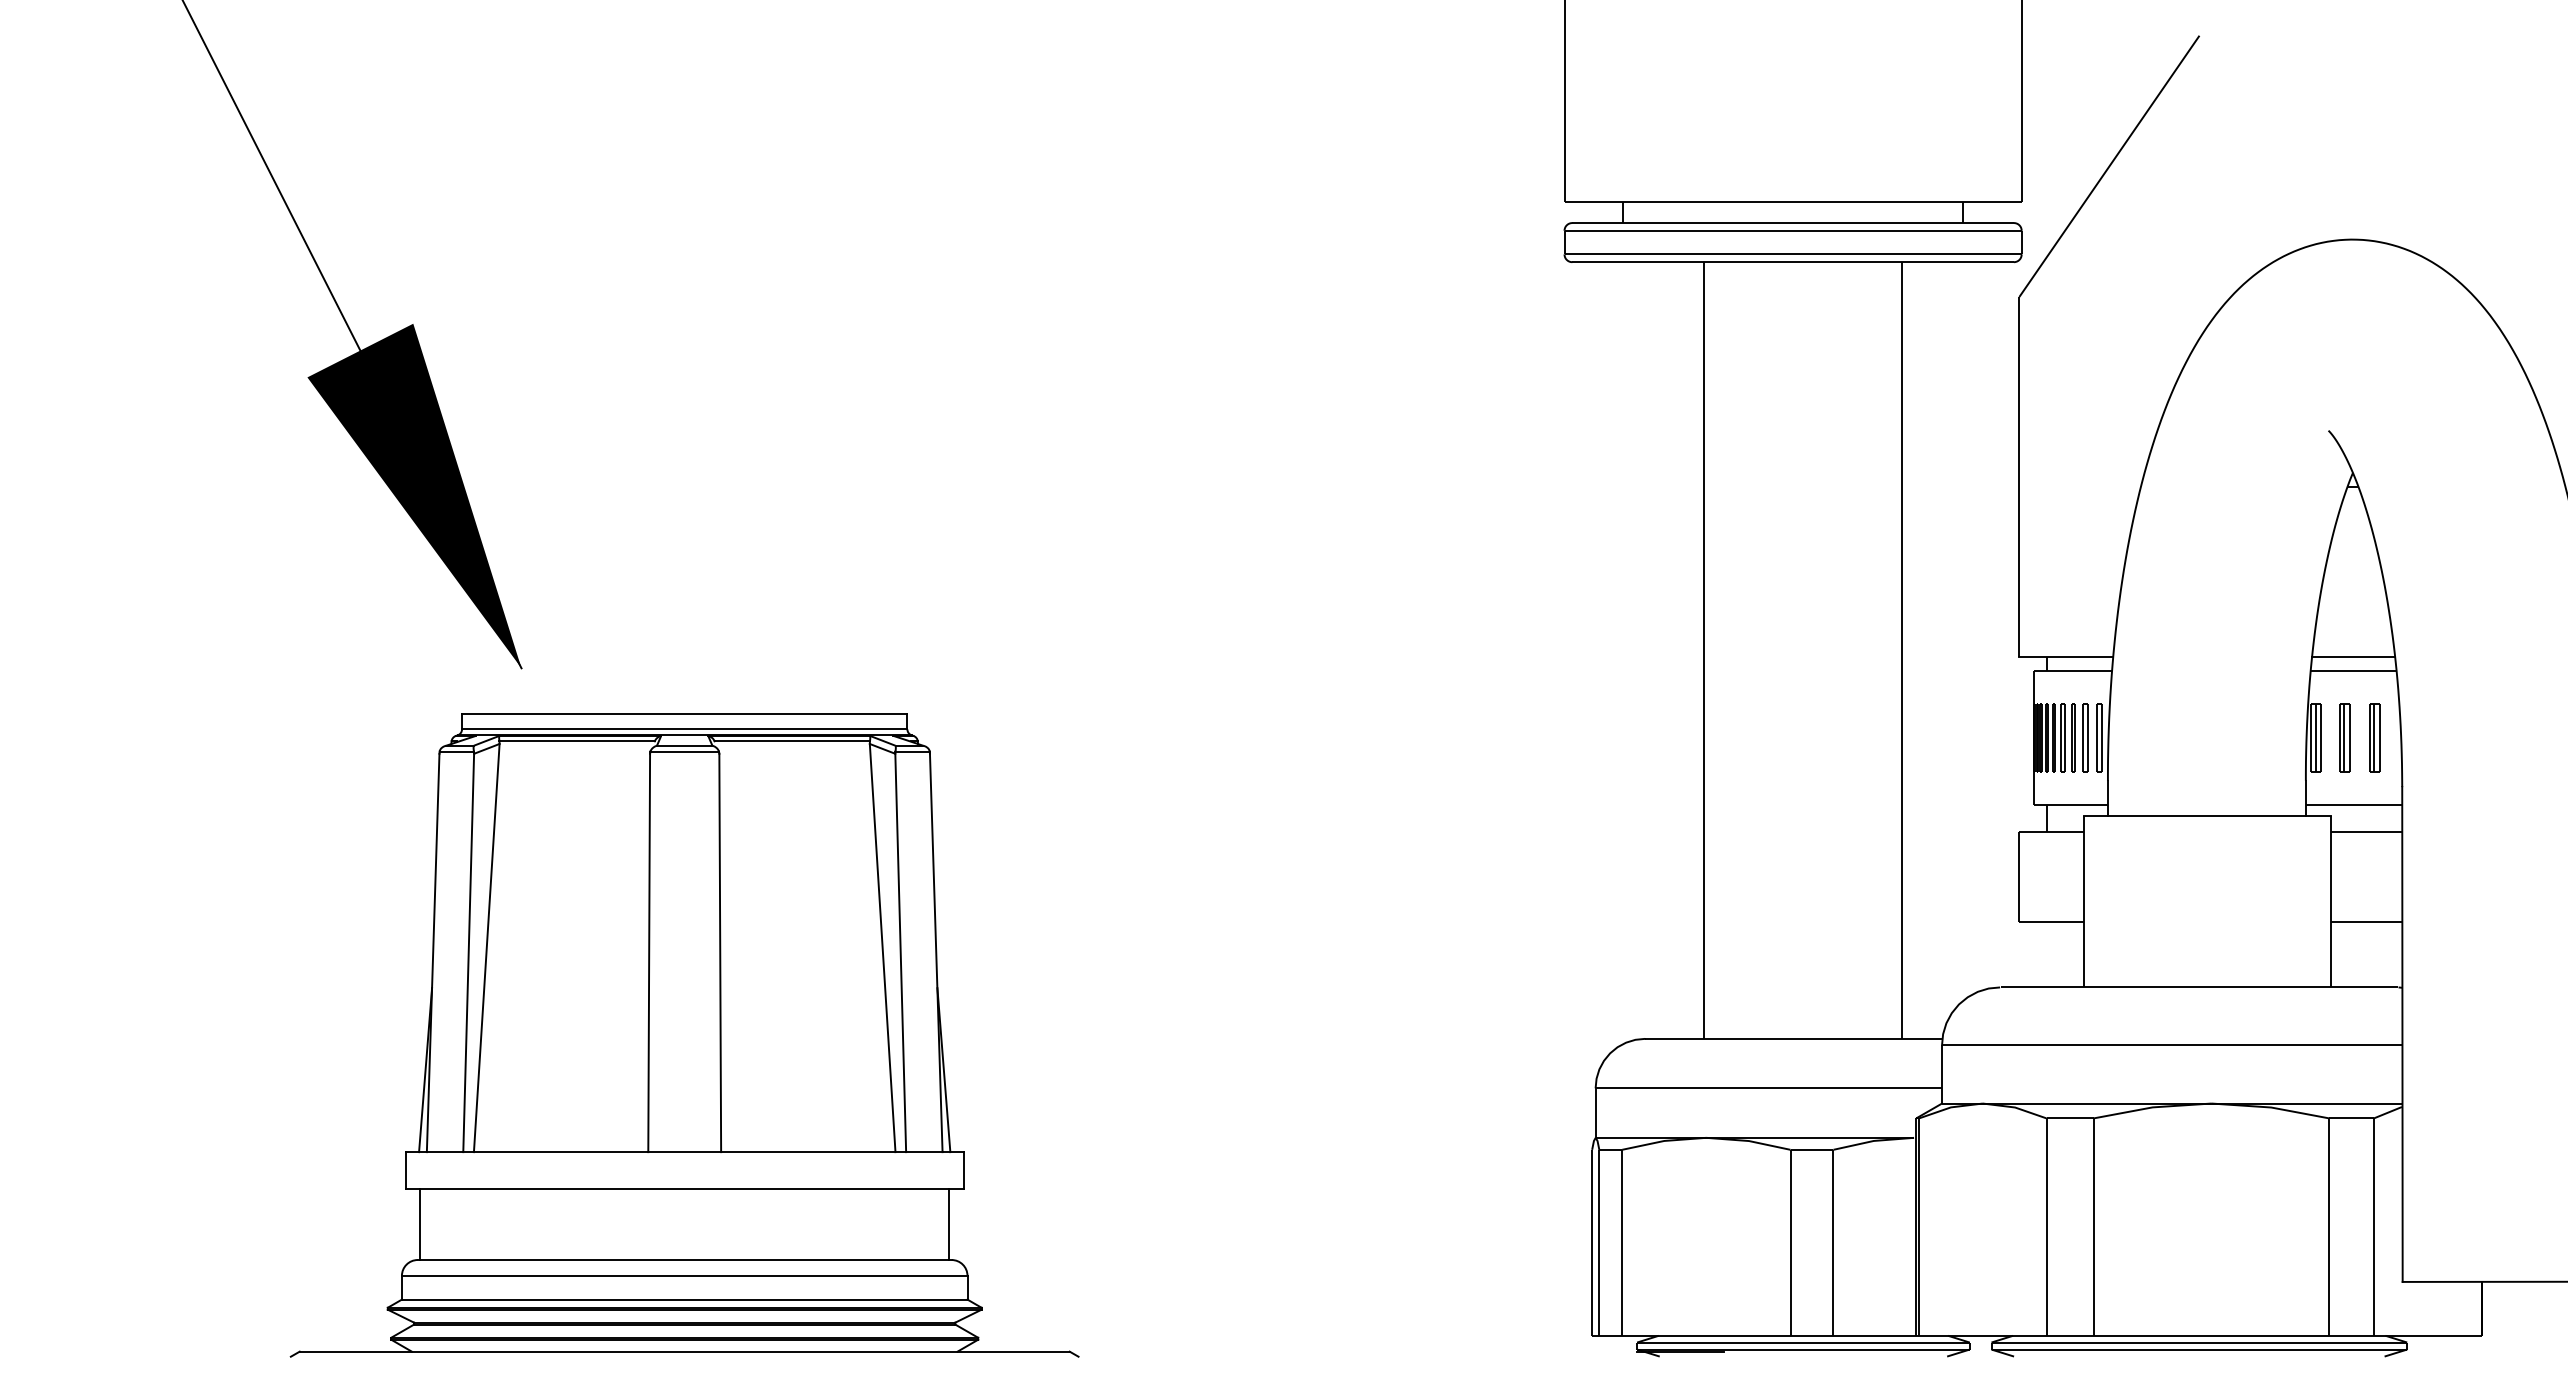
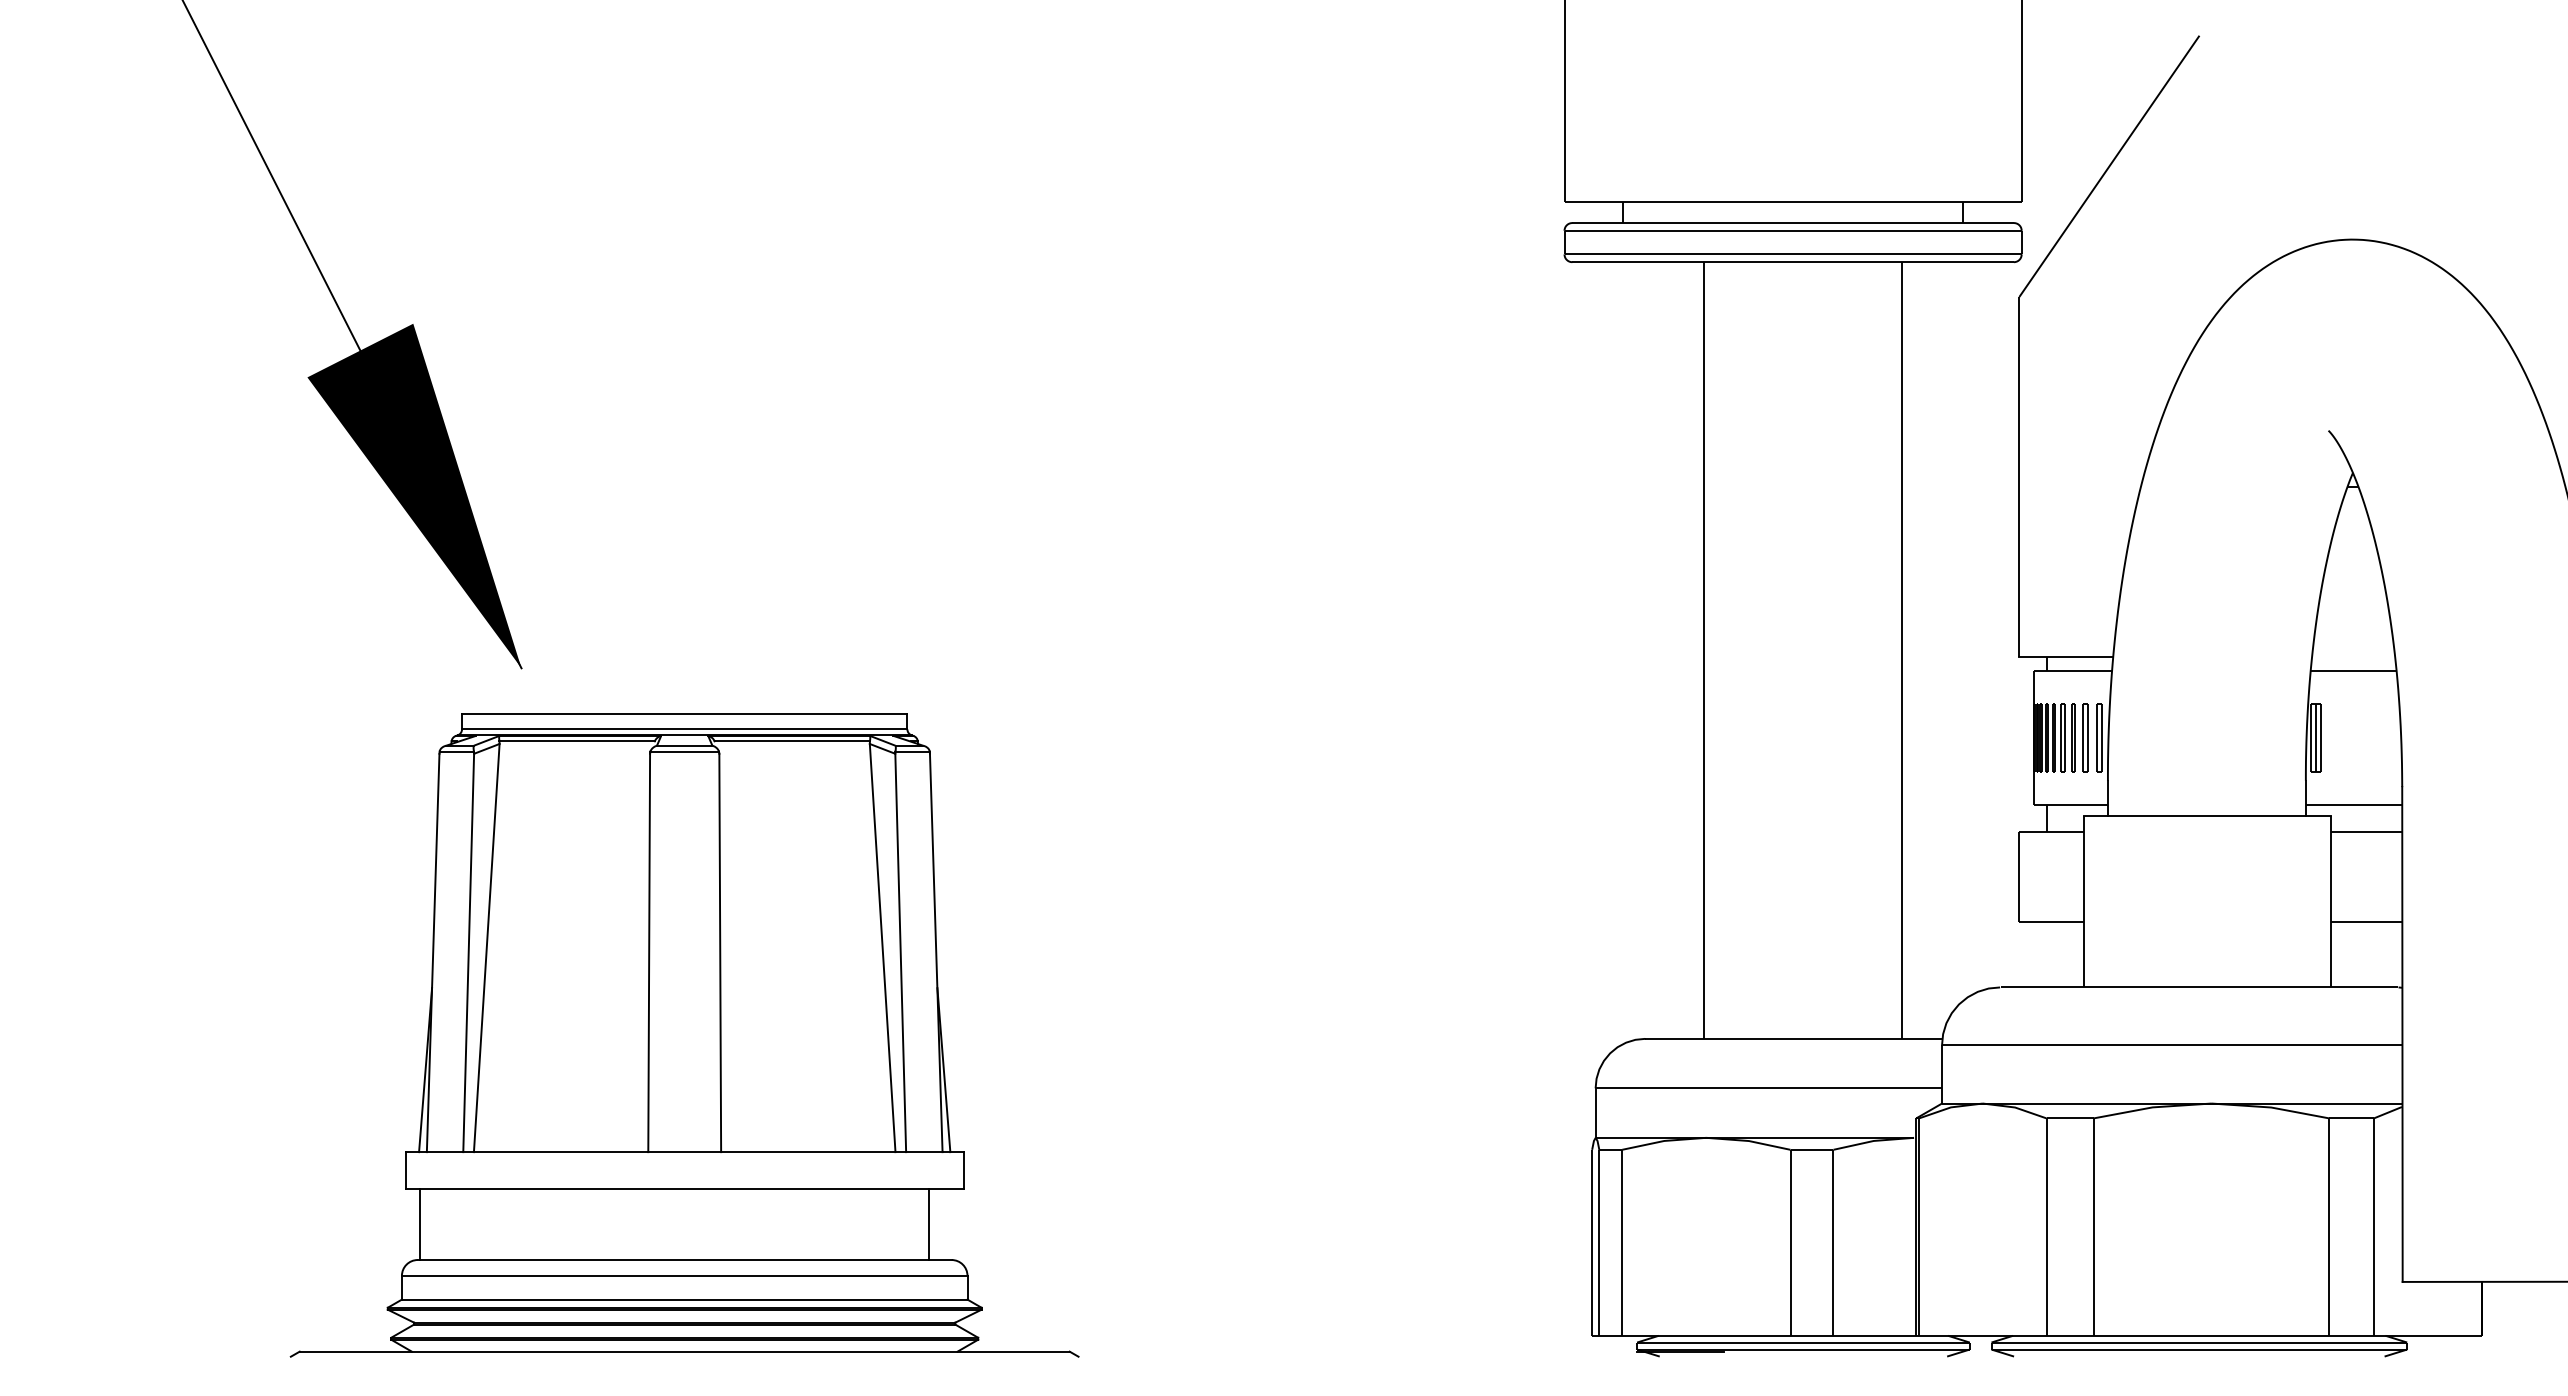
line at (2353, 657): present -> none
part at (2344, 737): present -> none
part at (2374, 737): present -> none
line at (948, 1224) position: (948, 1224) -> (928, 1224)
